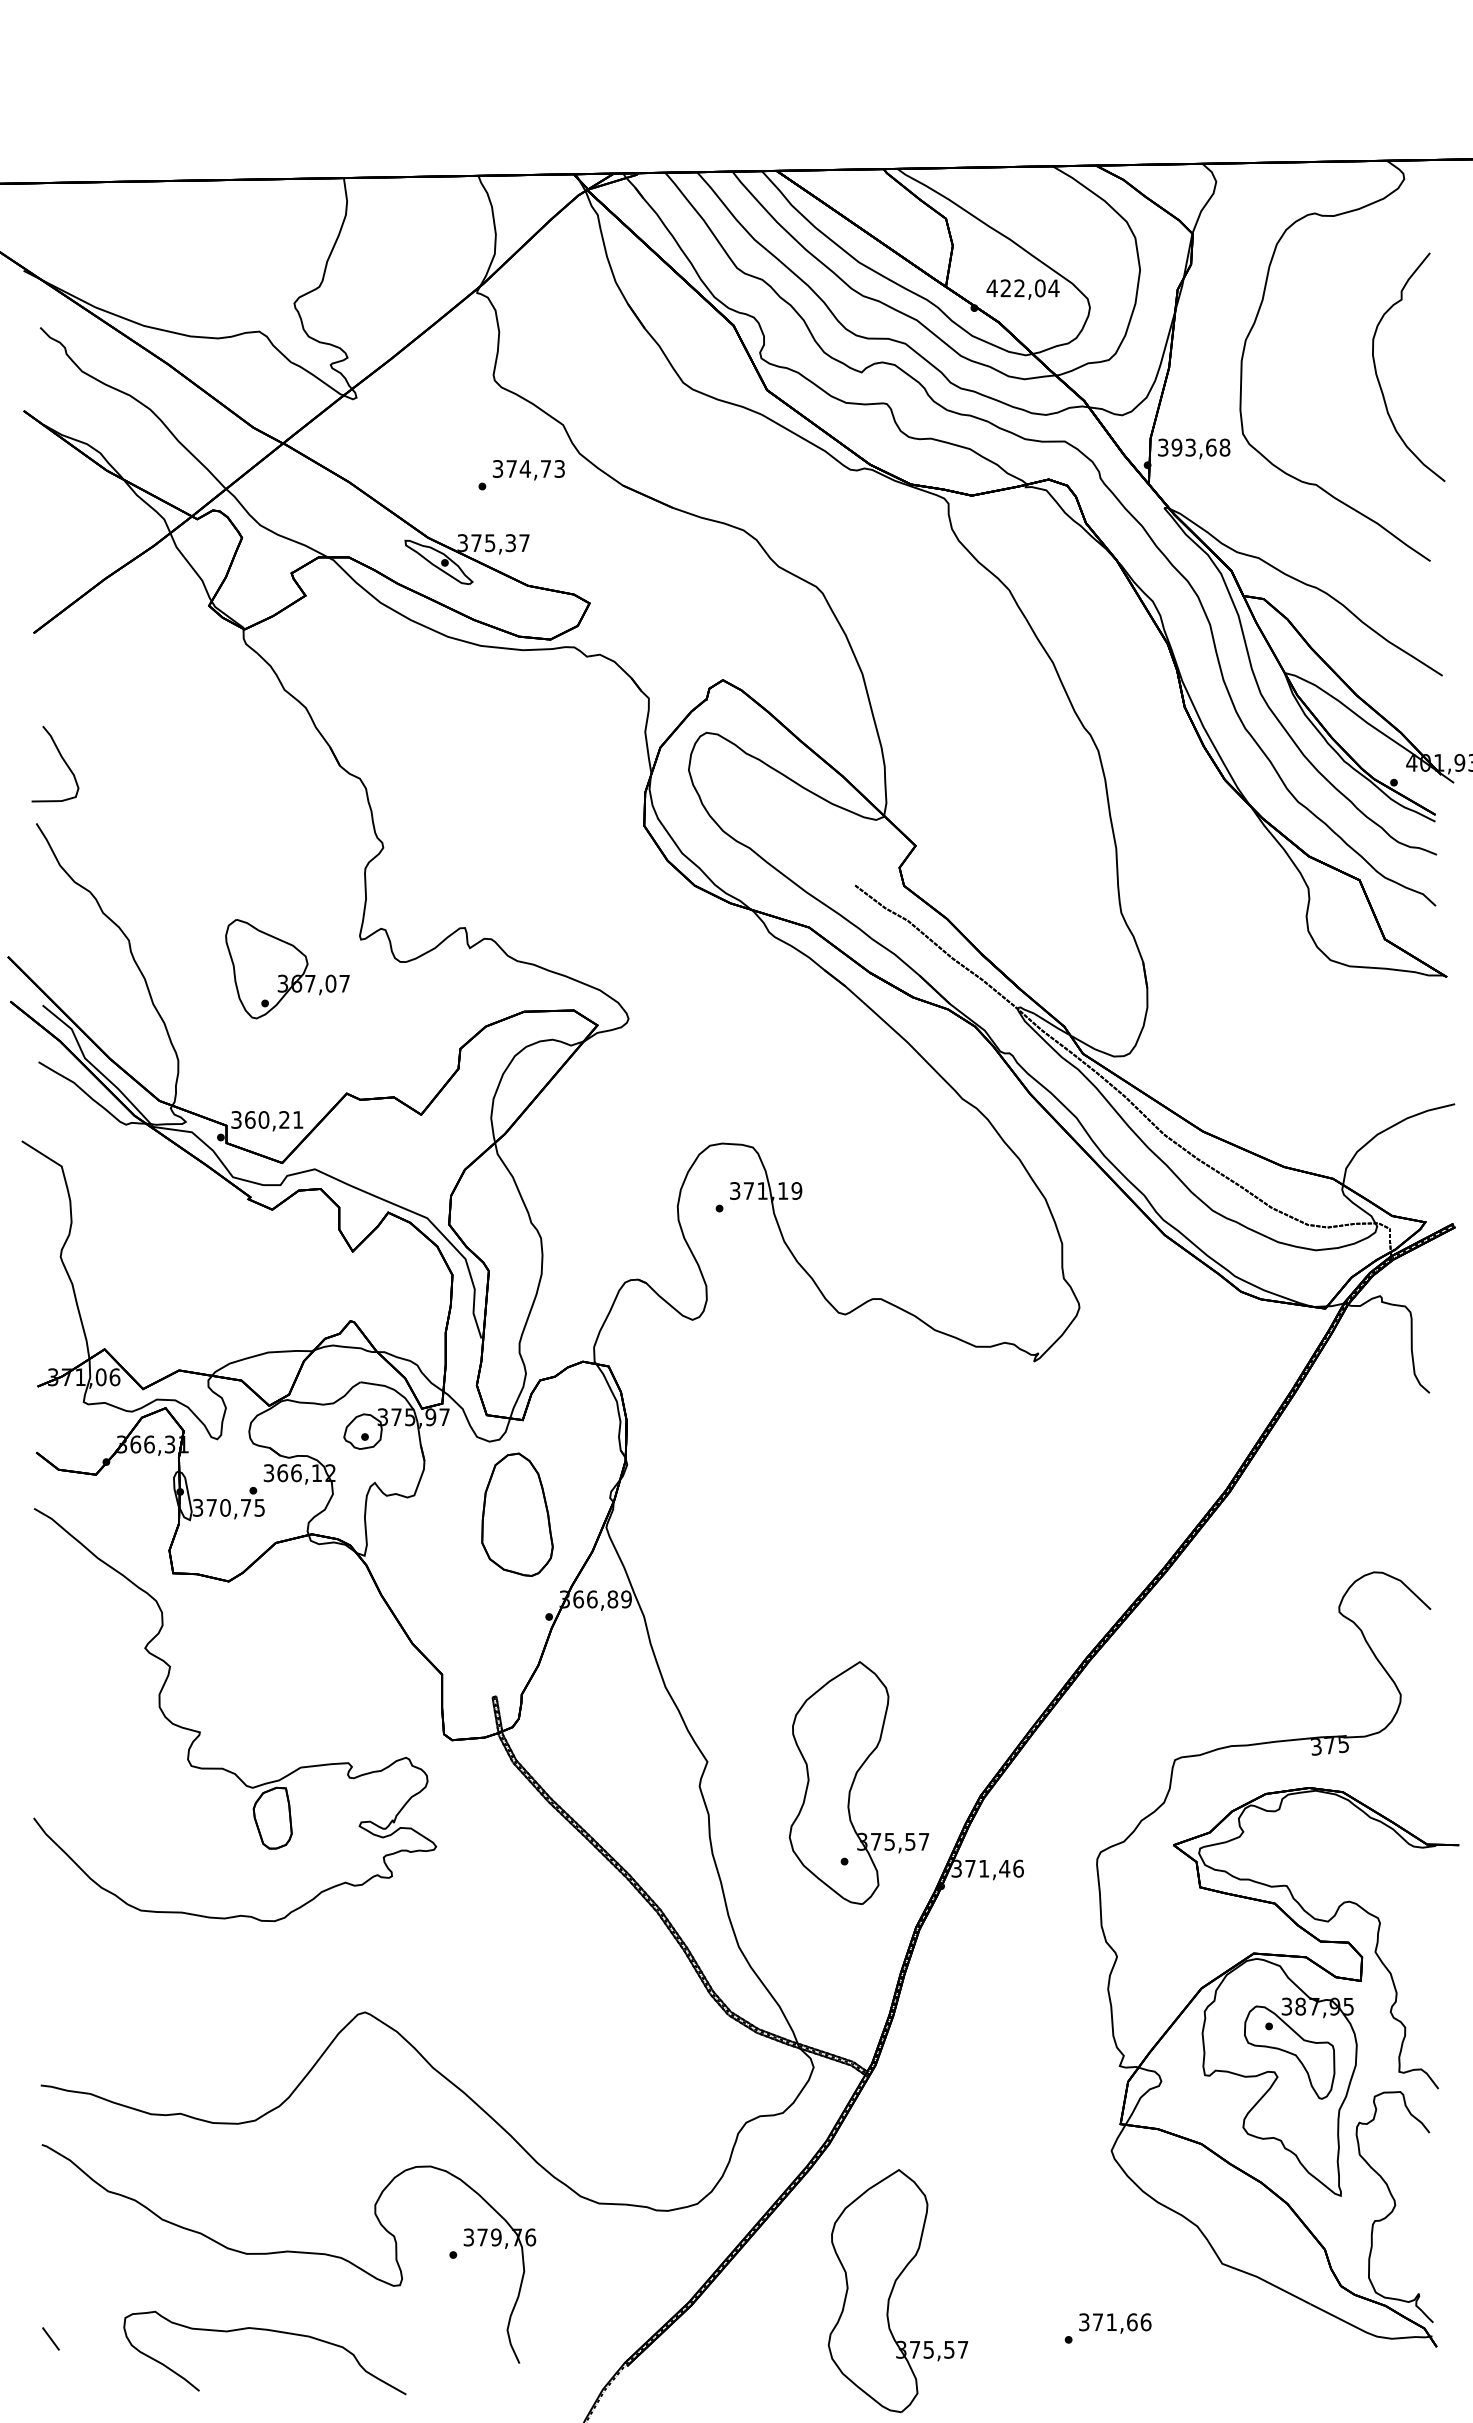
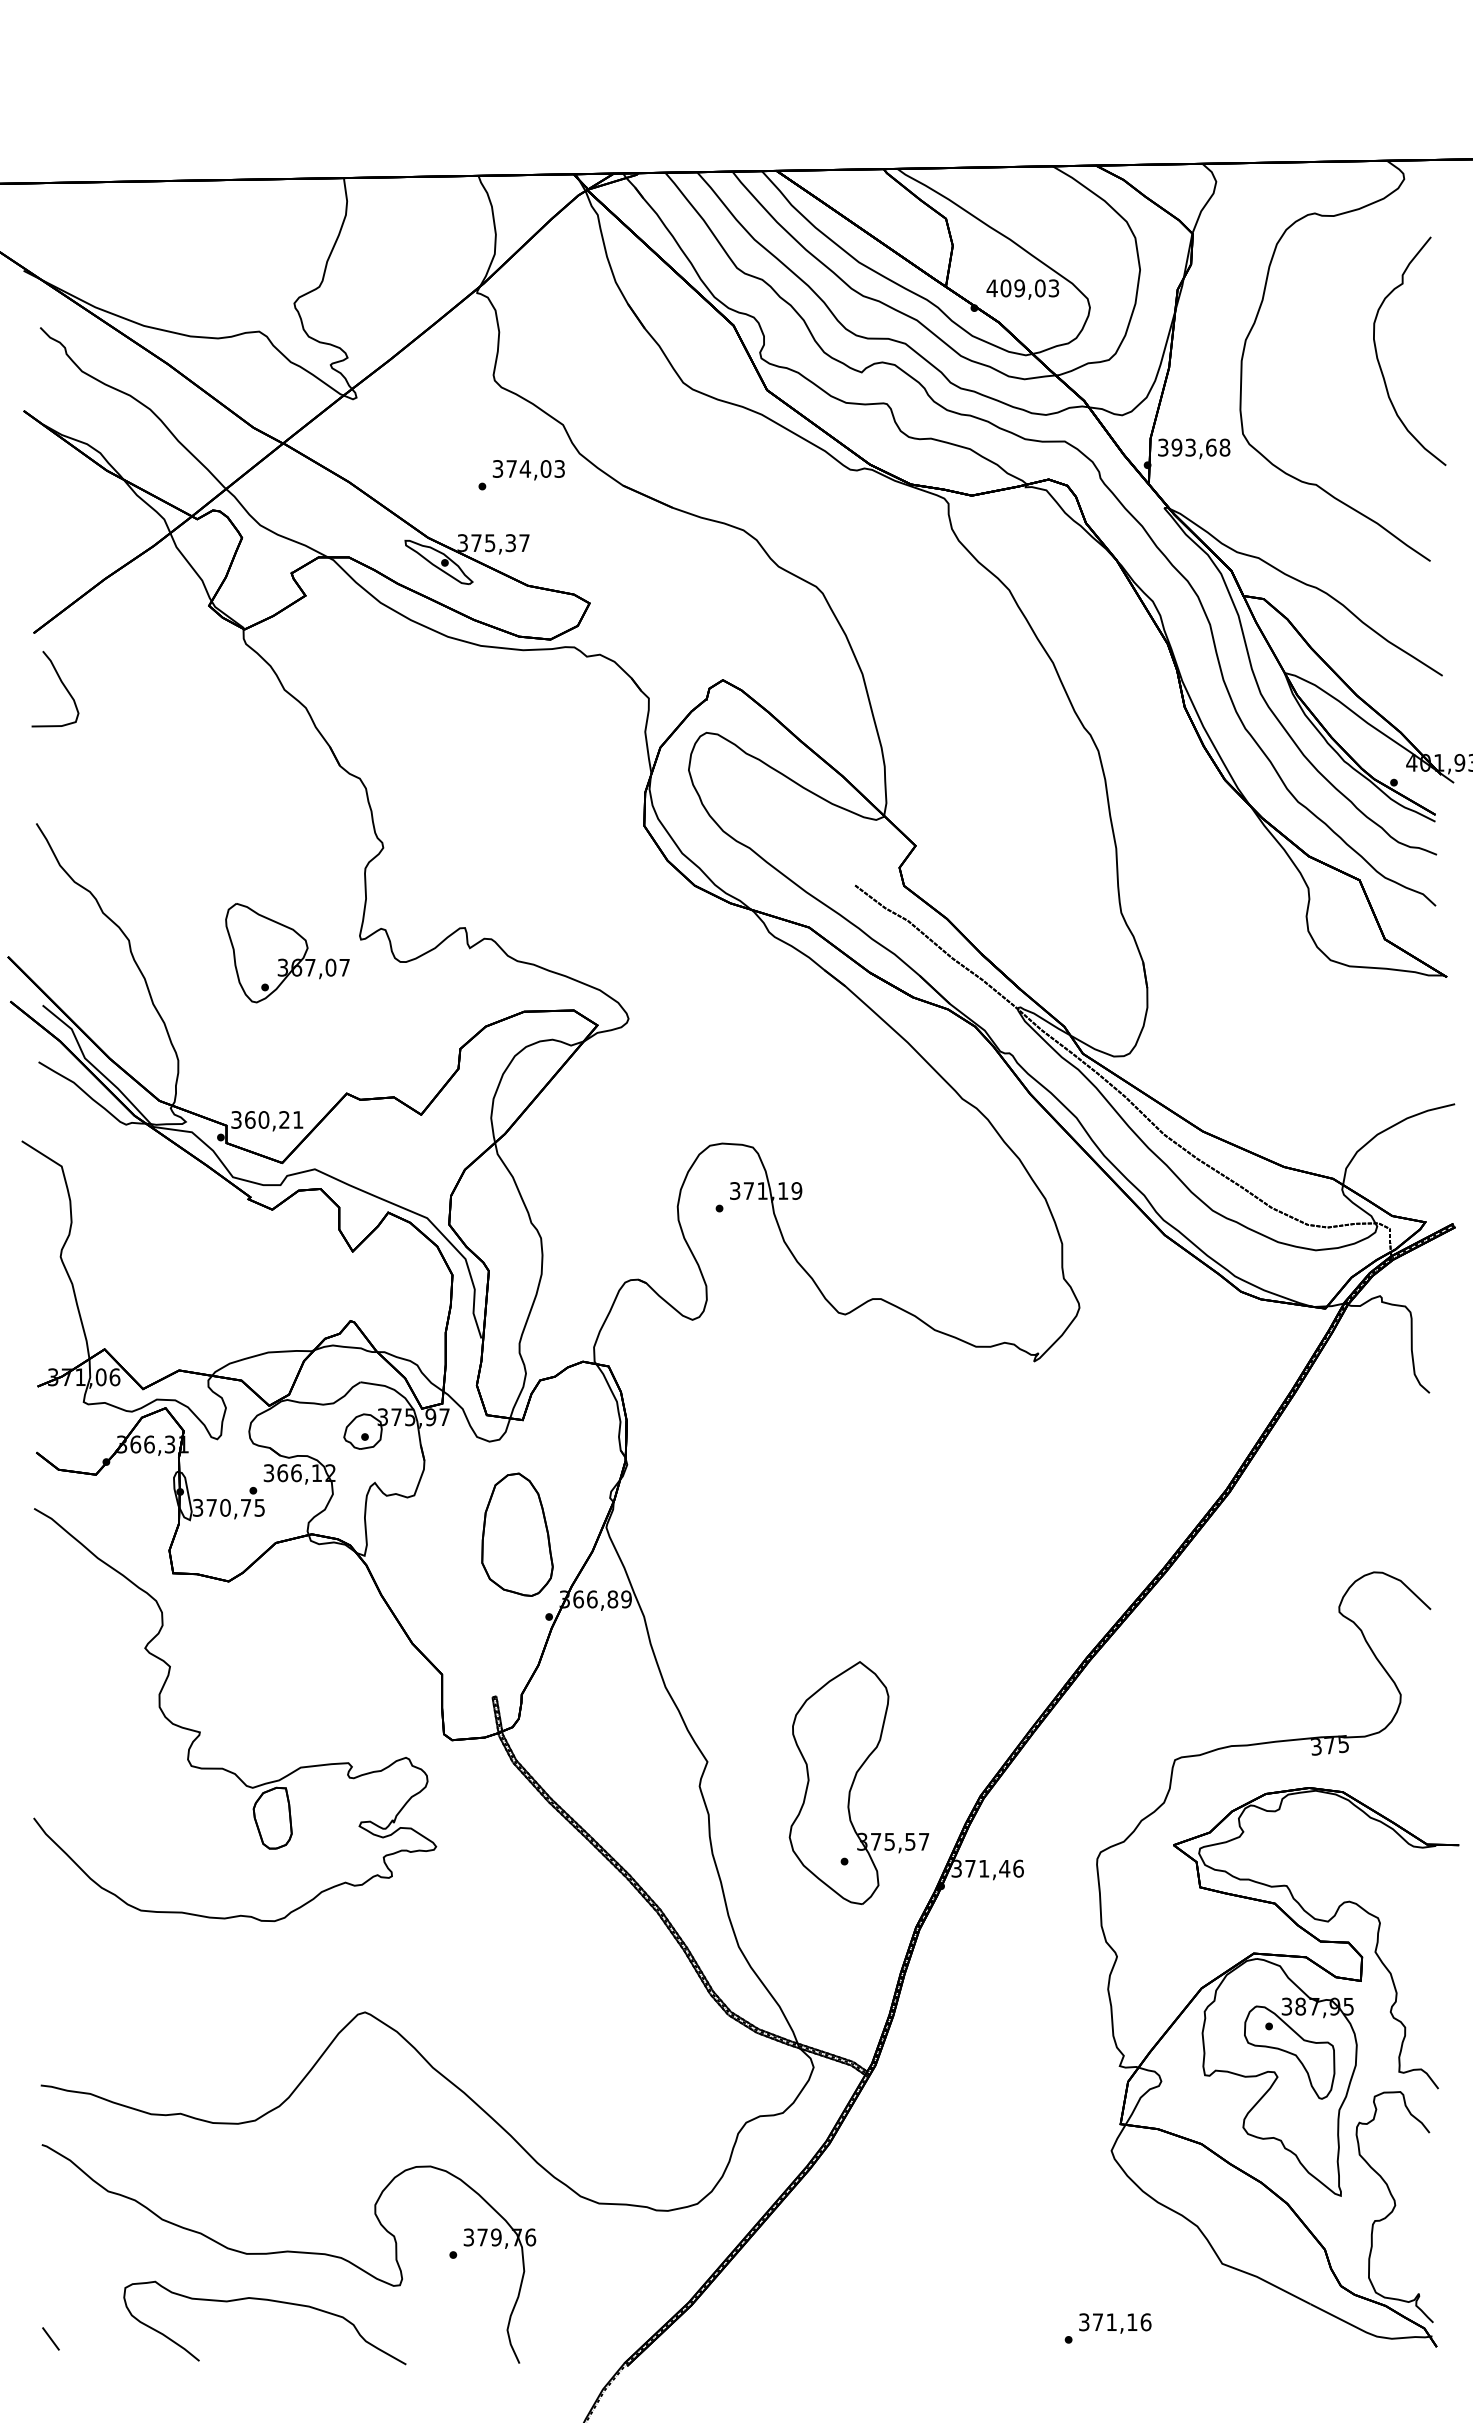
text at (1029, 288): 422,04 -> 409,03
curve at (1377, 373) position: (1377, 373) -> (1378, 357)
text at (545, 468): 374,73 -> 374,03
curve at (61, 758) position: (61, 758) -> (61, 683)
part at (287, 969) position: (287, 969) -> (287, 953)
part at (517, 1514) position: (517, 1514) -> (517, 1534)
part at (897, 2290): present -> none
text at (1132, 2322): 371,66 -> 371,16
curve at (269, 2331) position: (269, 2331) -> (269, 2301)
